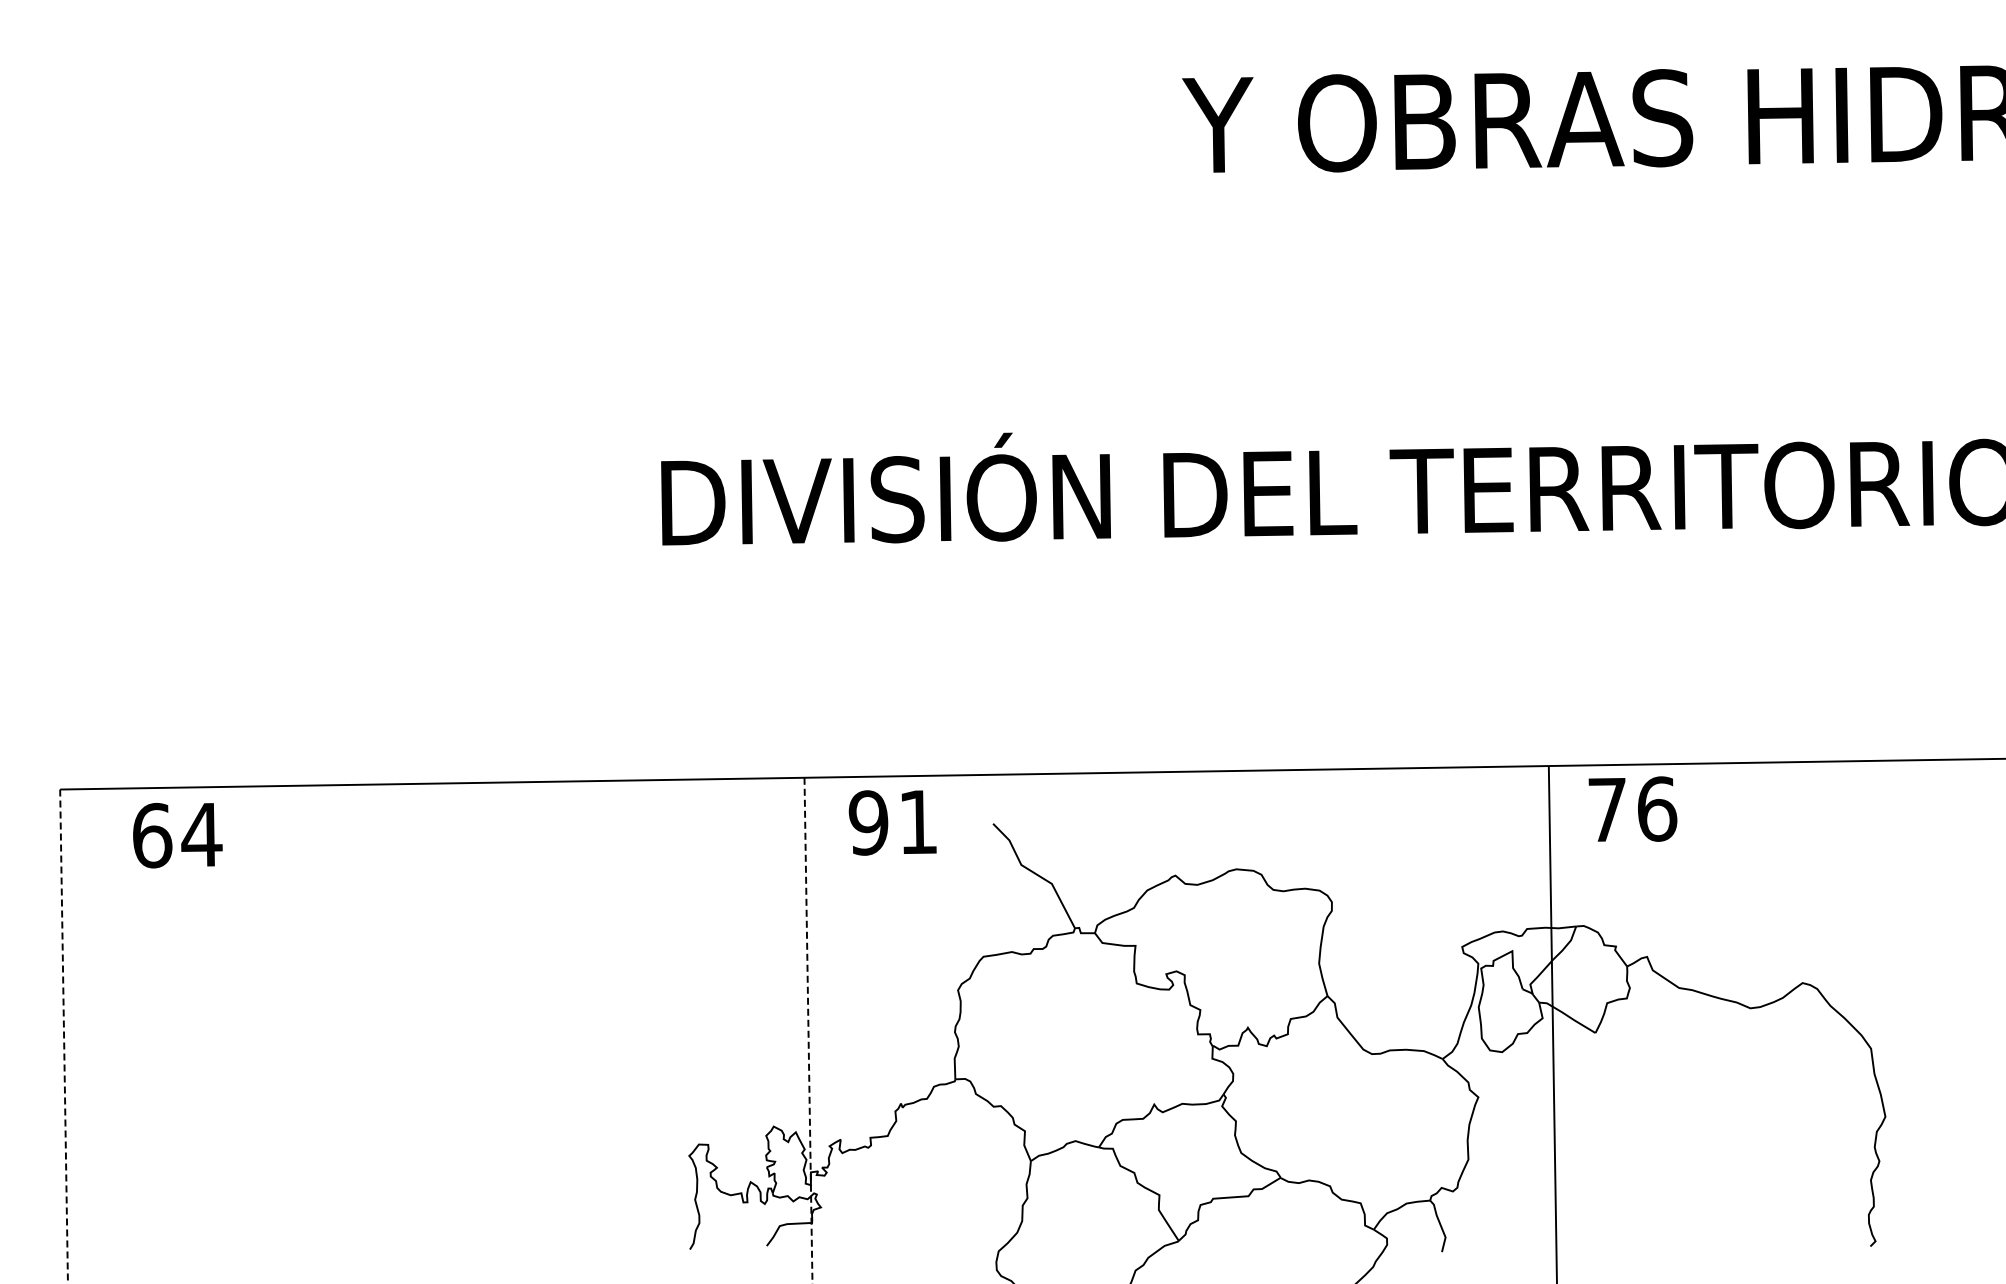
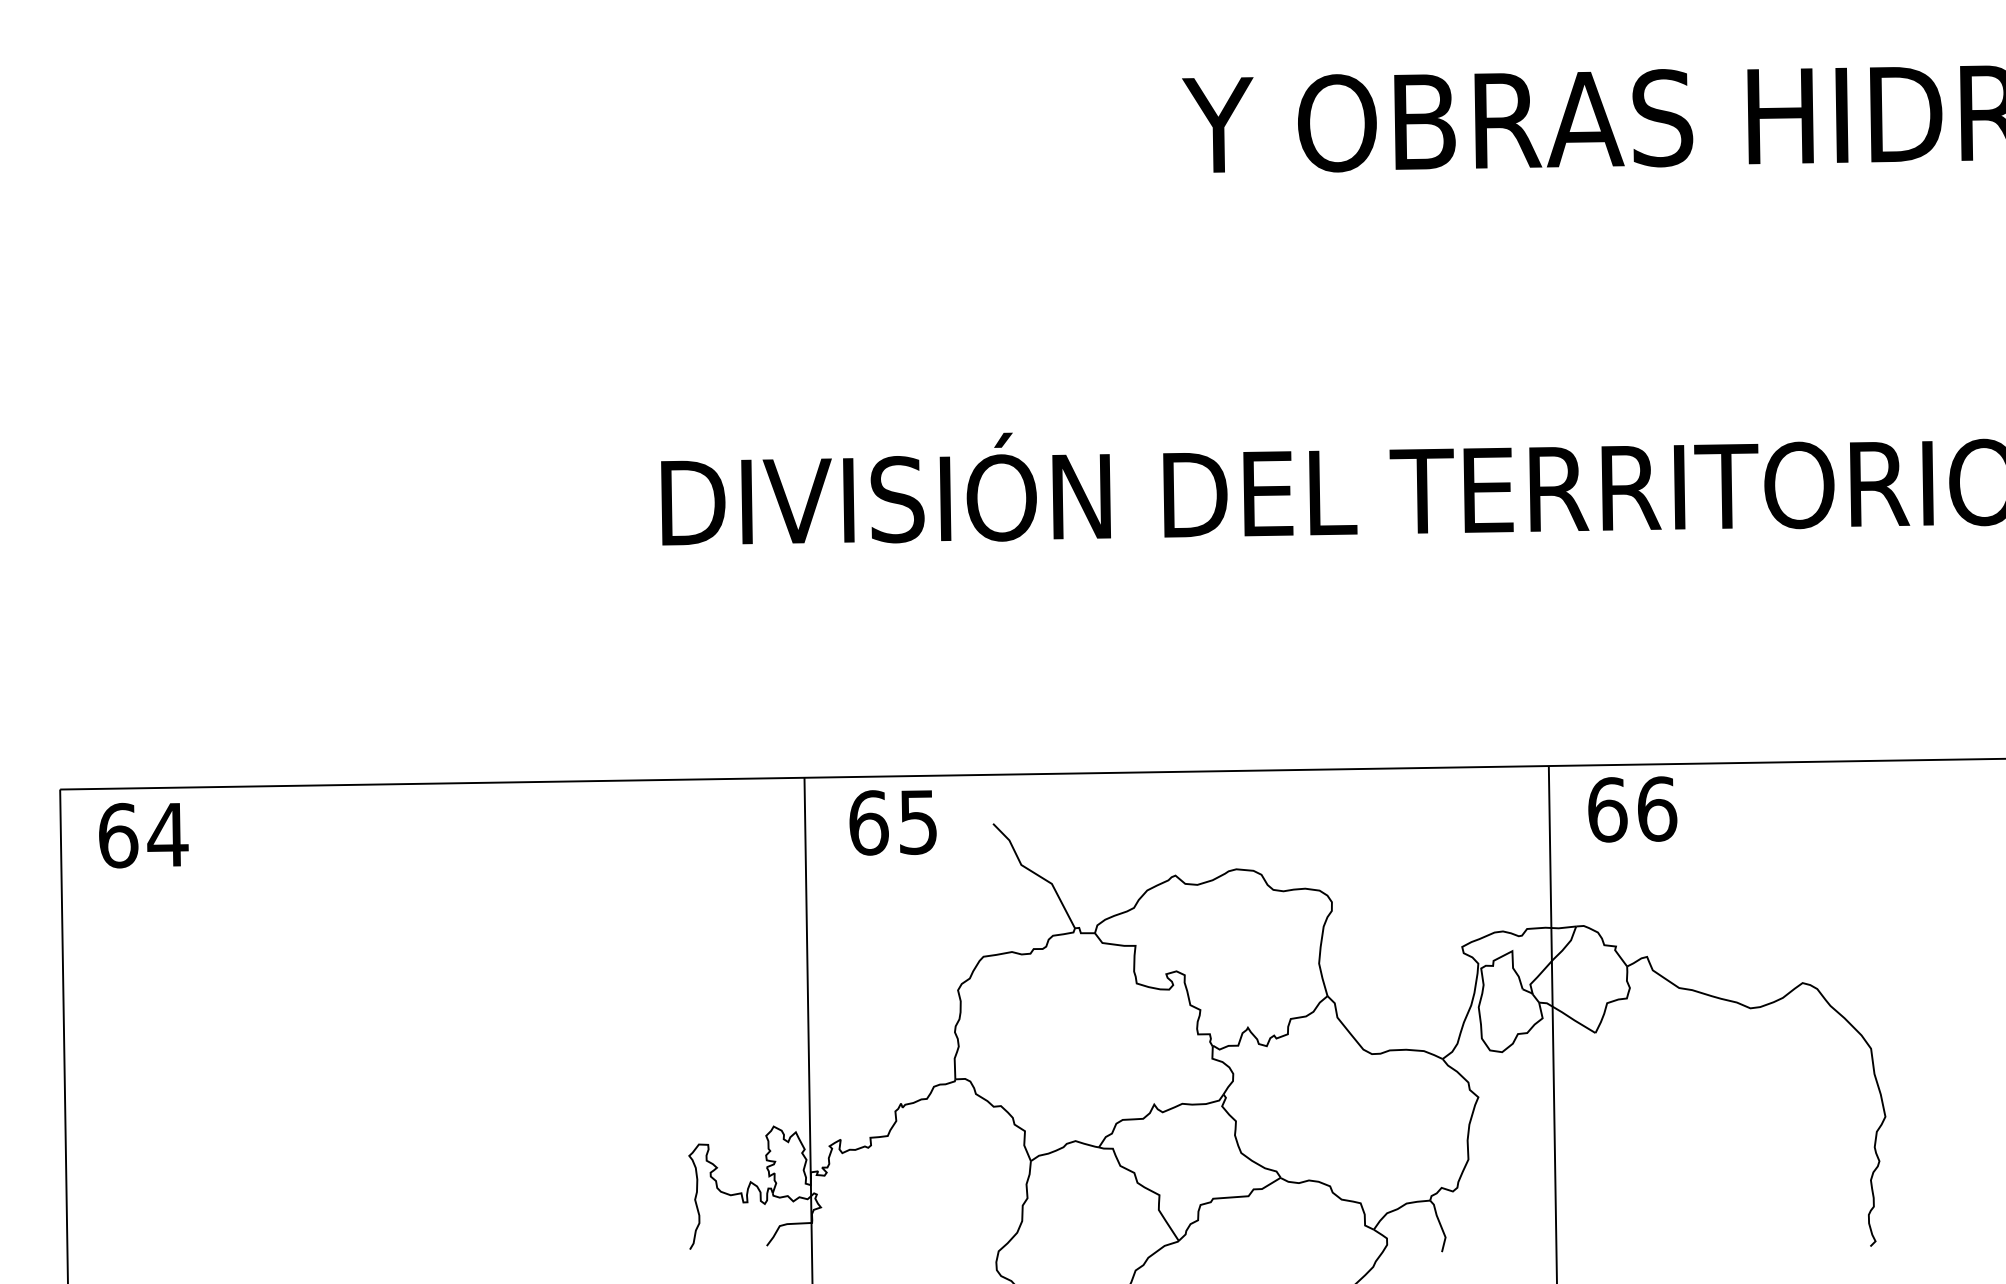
text at (1607, 809): 76 -> 66
text at (892, 822): 91 -> 65
text at (177, 835) position: (177, 835) -> (143, 835)
line at (808, 1030): dashed -> solid
line at (64, 1036): dashed -> solid
